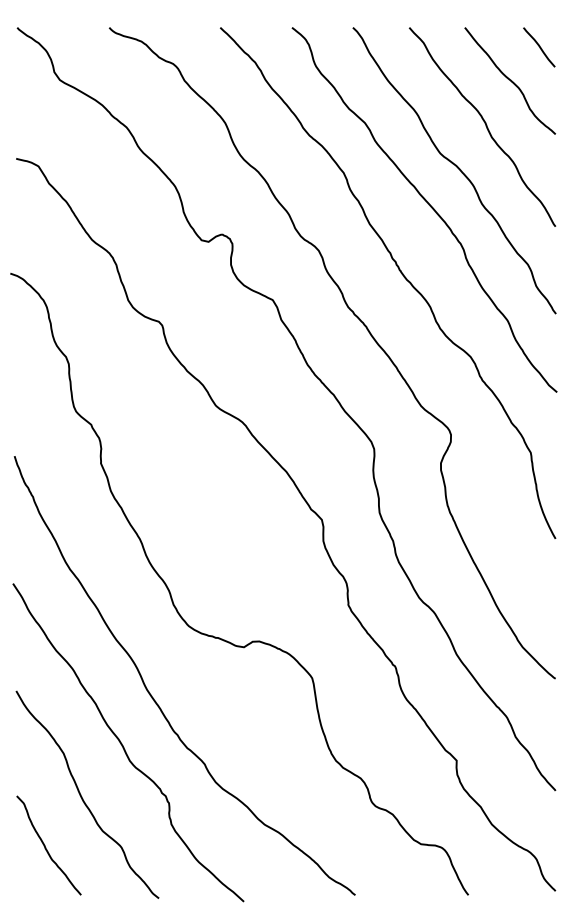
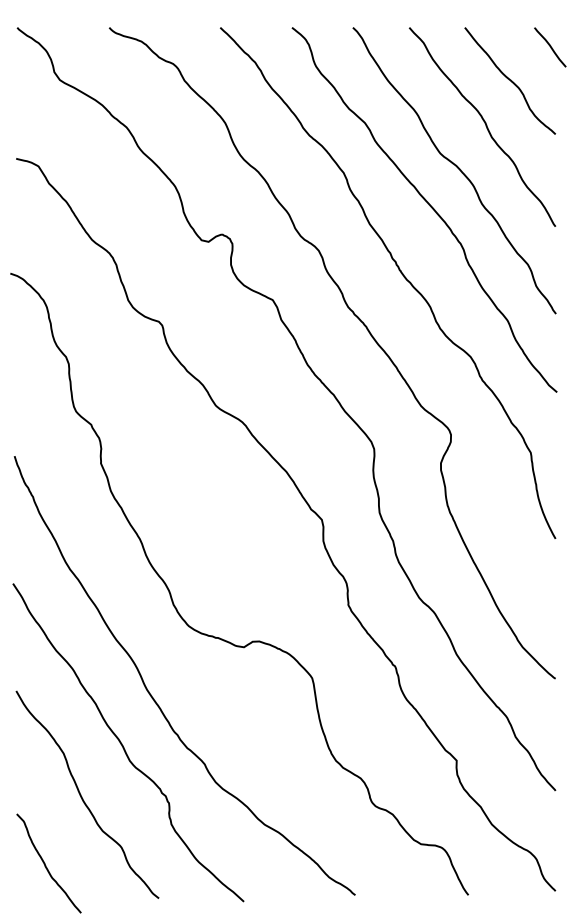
curve at (539, 47) position: (539, 47) -> (550, 47)
curve at (46, 847) position: (46, 847) -> (46, 865)
